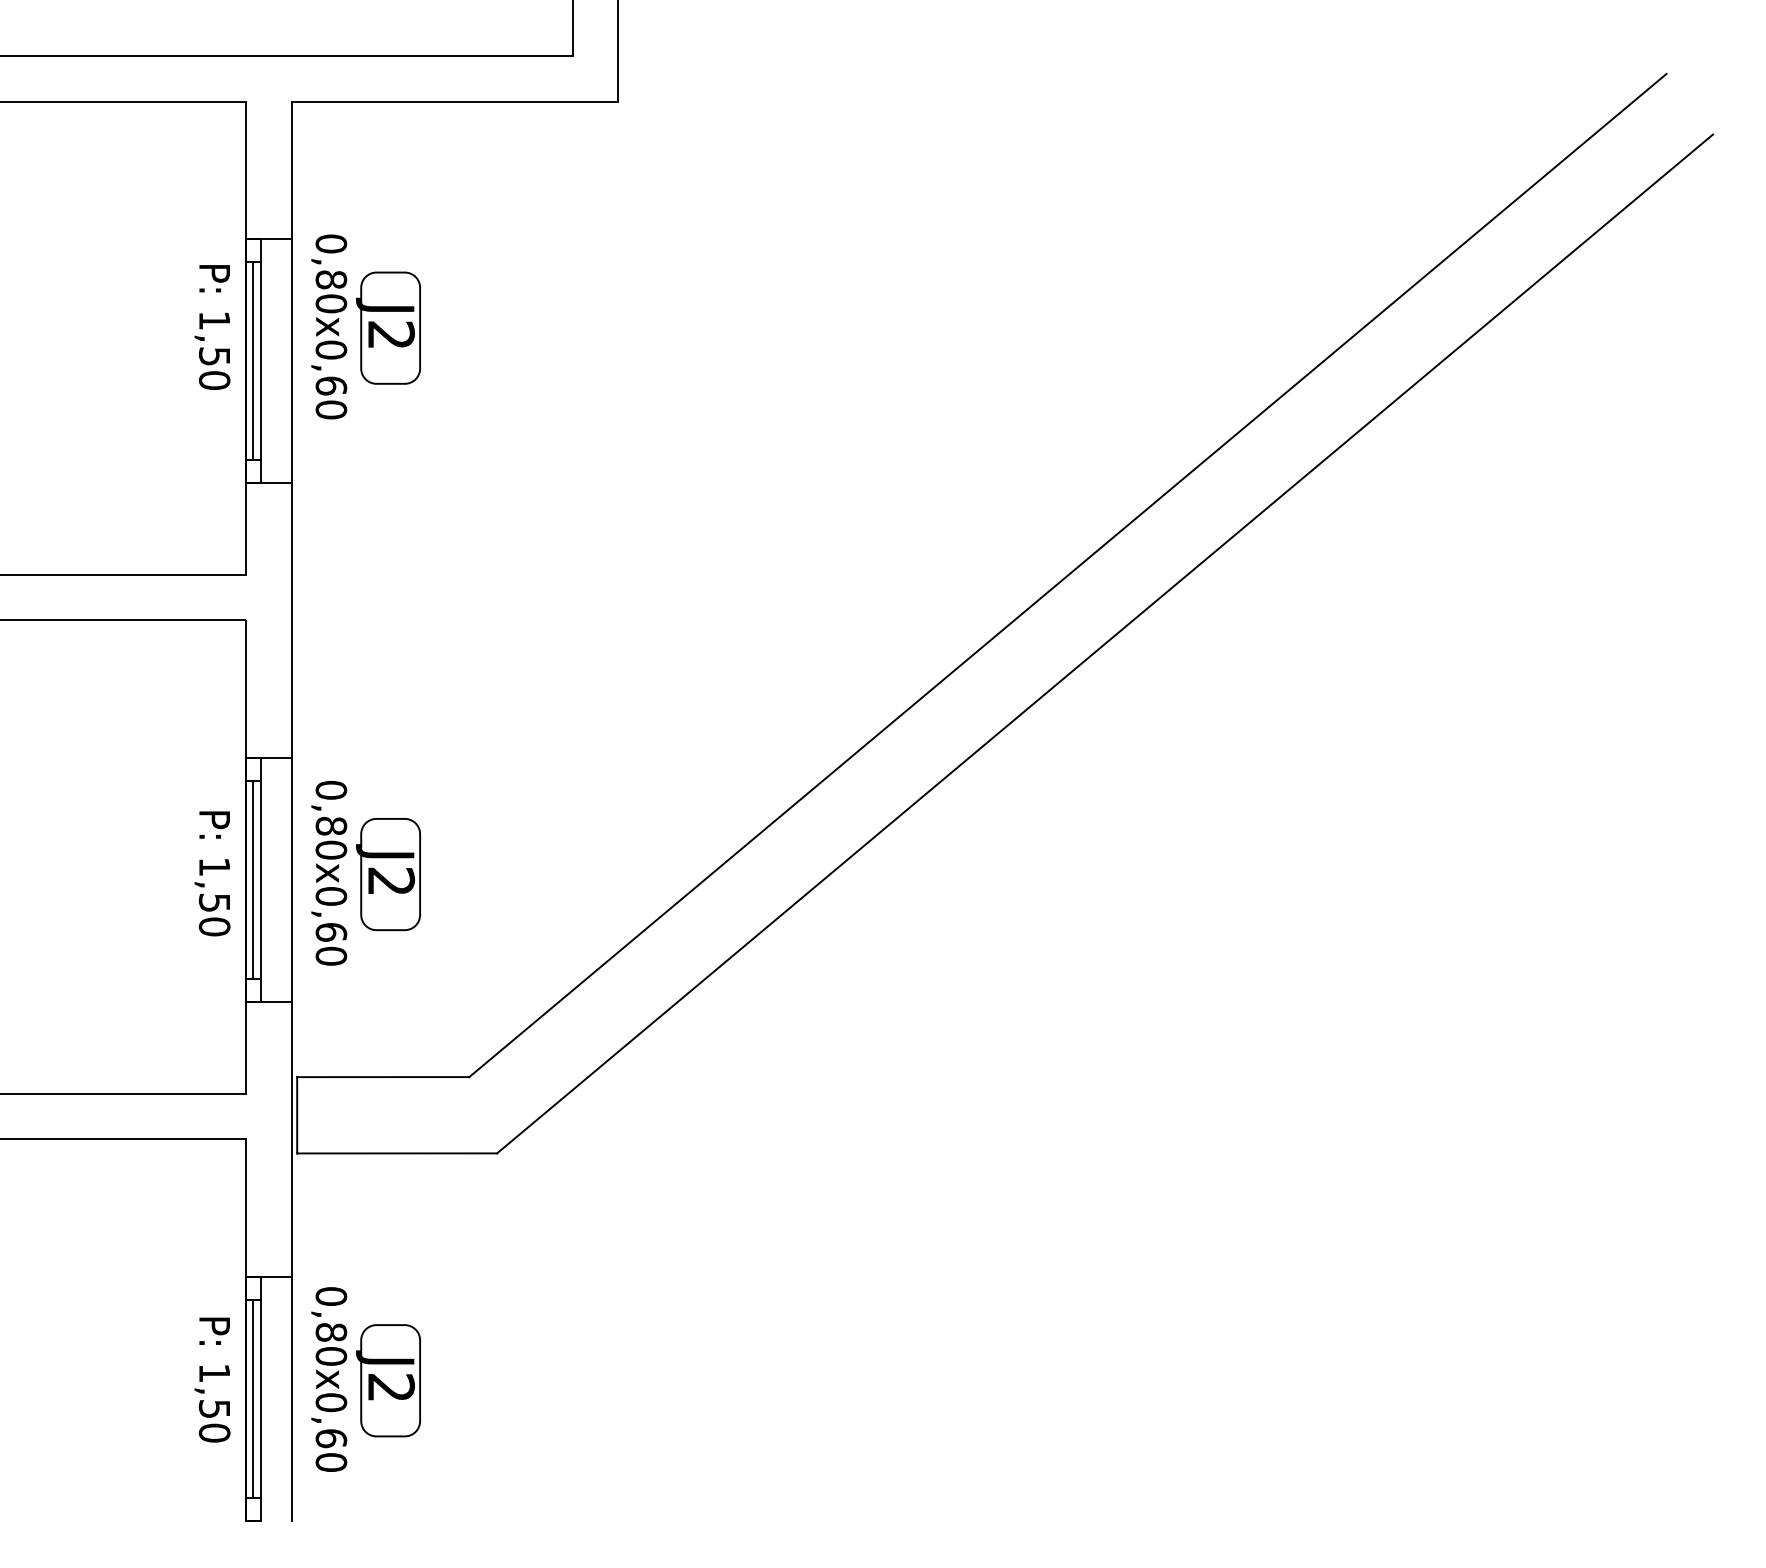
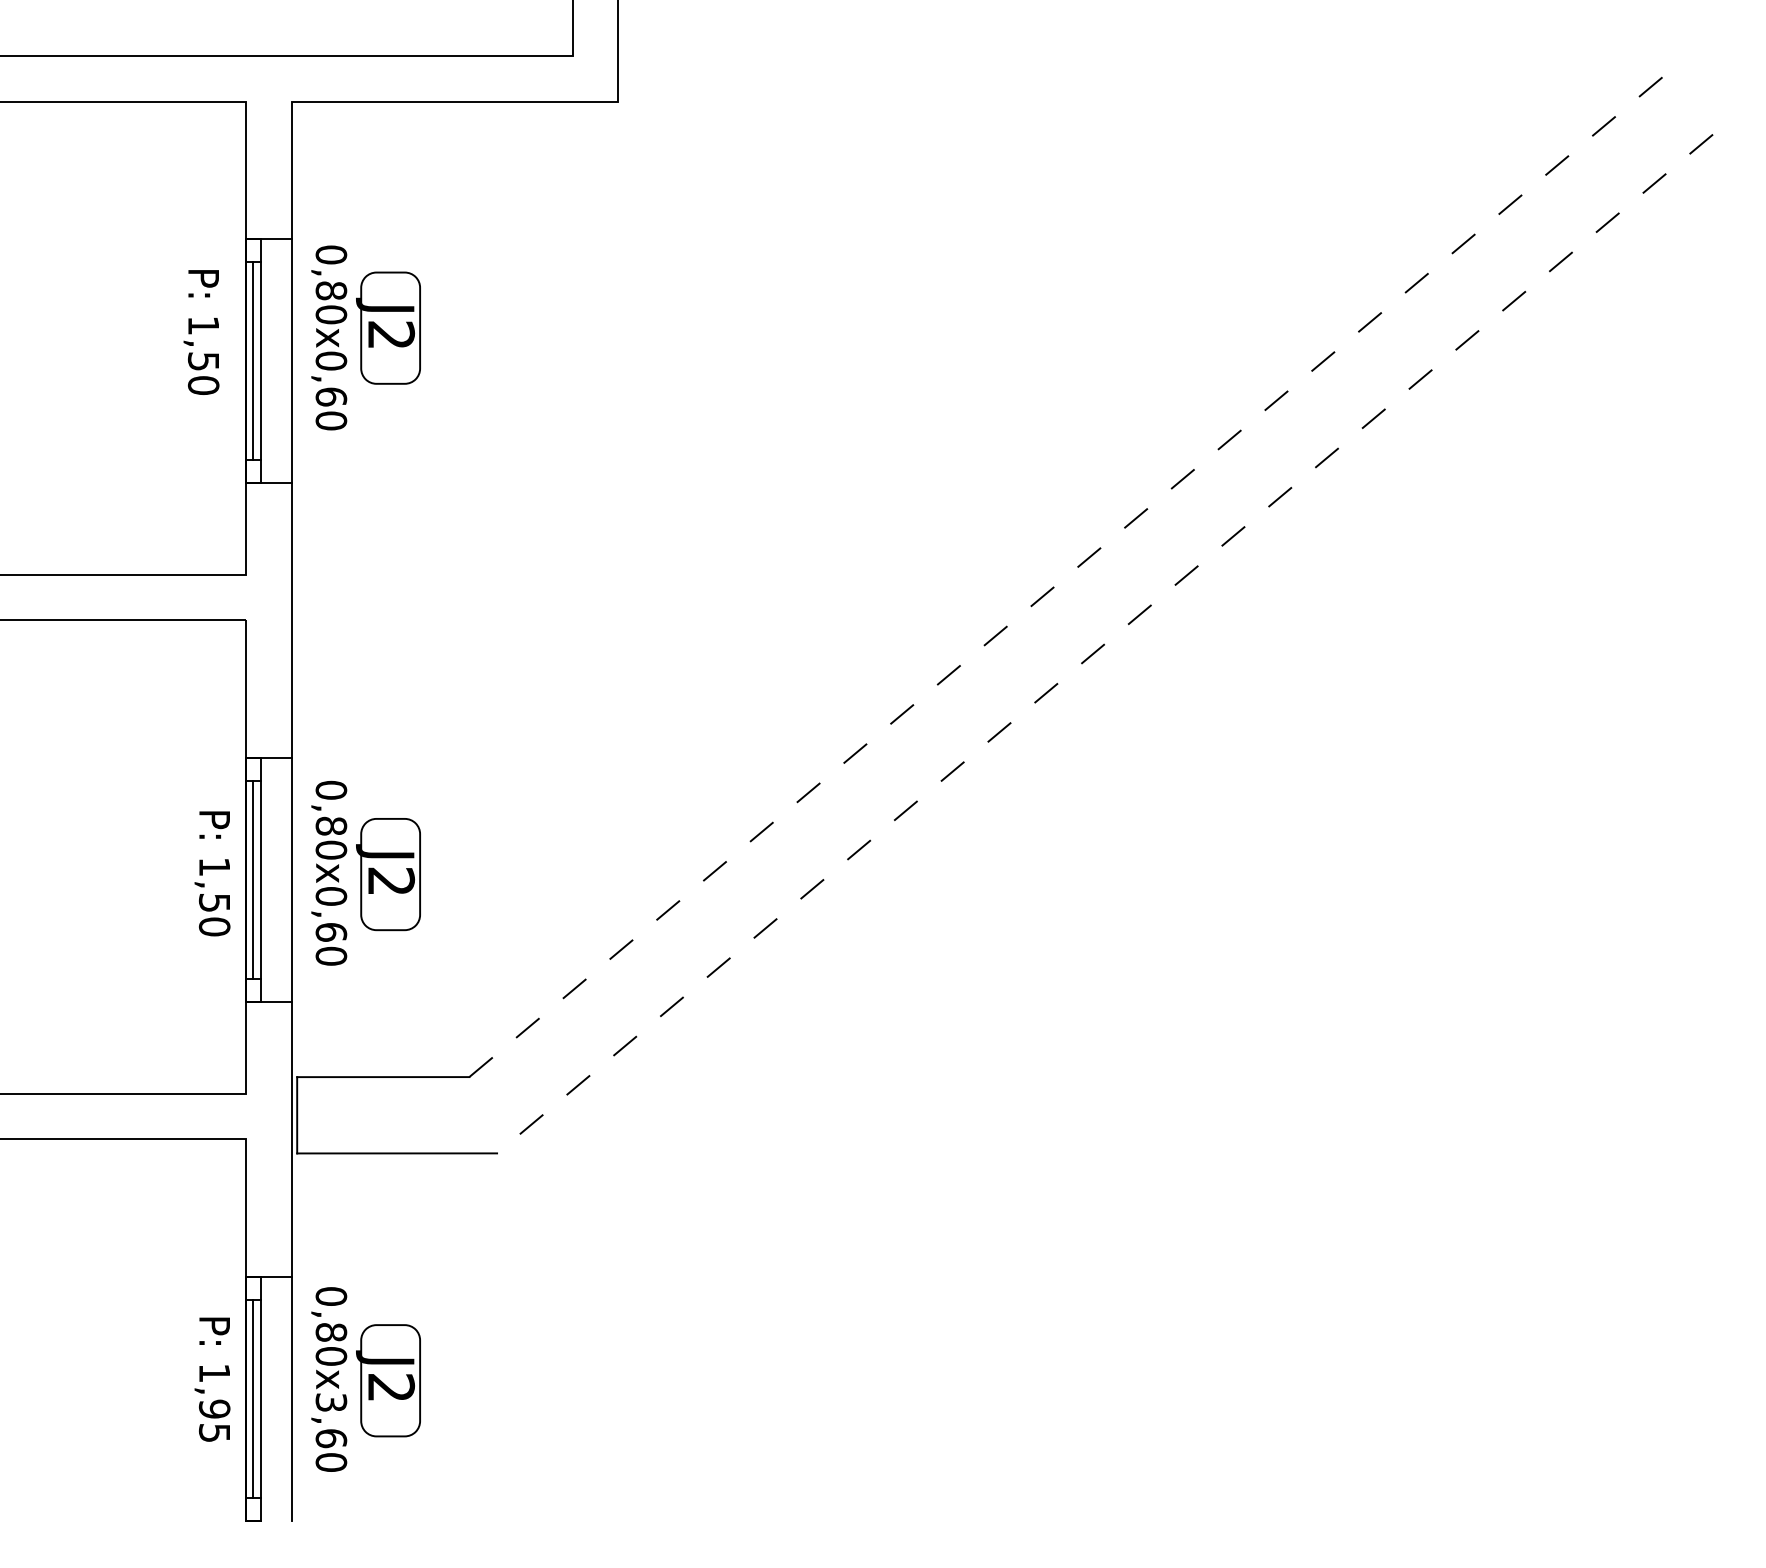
text at (329, 326) position: (329, 326) -> (329, 337)
text at (212, 327) position: (212, 327) -> (201, 332)
line at (1067, 575): solid -> dashed
line at (1104, 644): solid -> dashed
text at (331, 1402): 0,80x0,60 -> 0,80x3,60
text at (214, 1420): 1,50 -> 1,95
